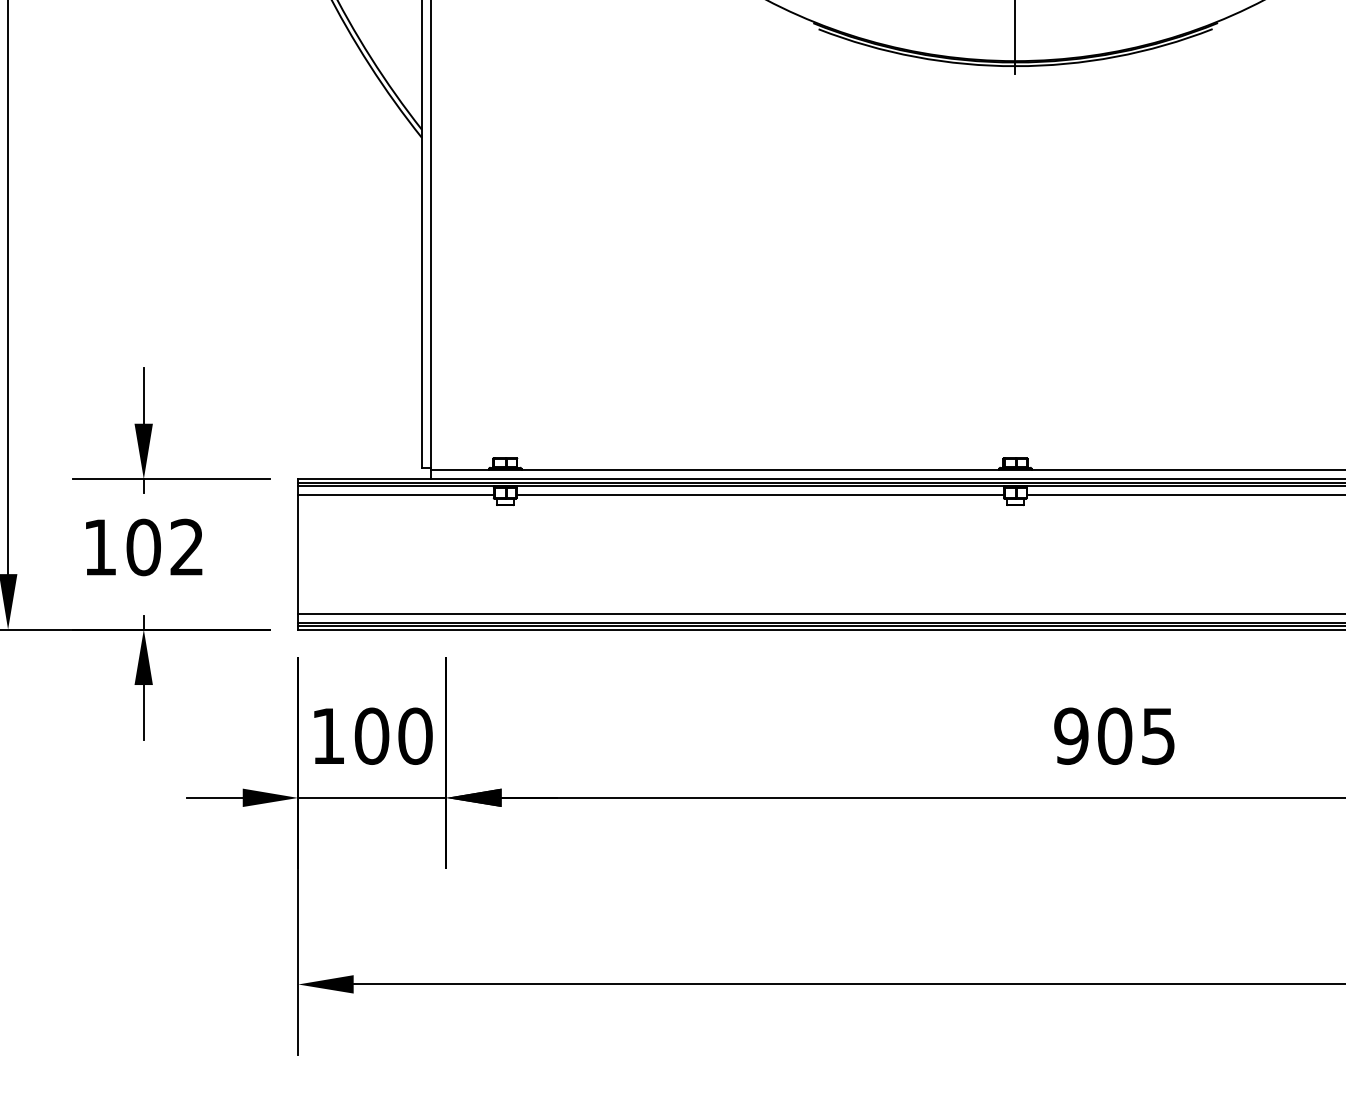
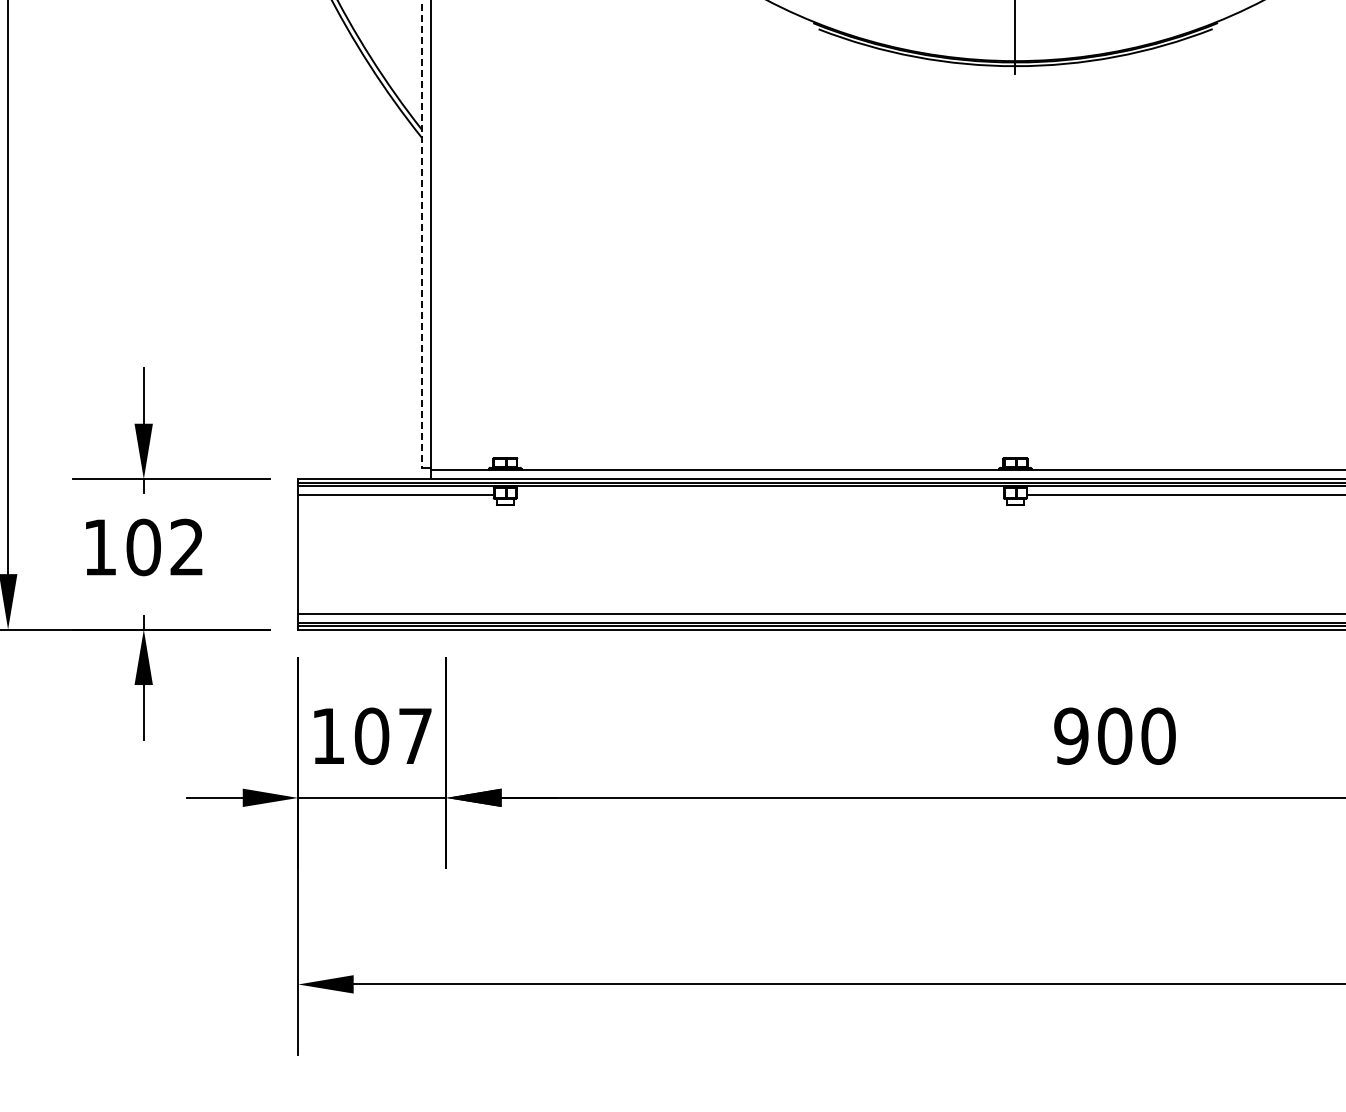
line at (421, 234): solid -> dashed
line at (759, 494): present -> none
text at (415, 735): 100 -> 107
text at (1158, 735): 905 -> 900
